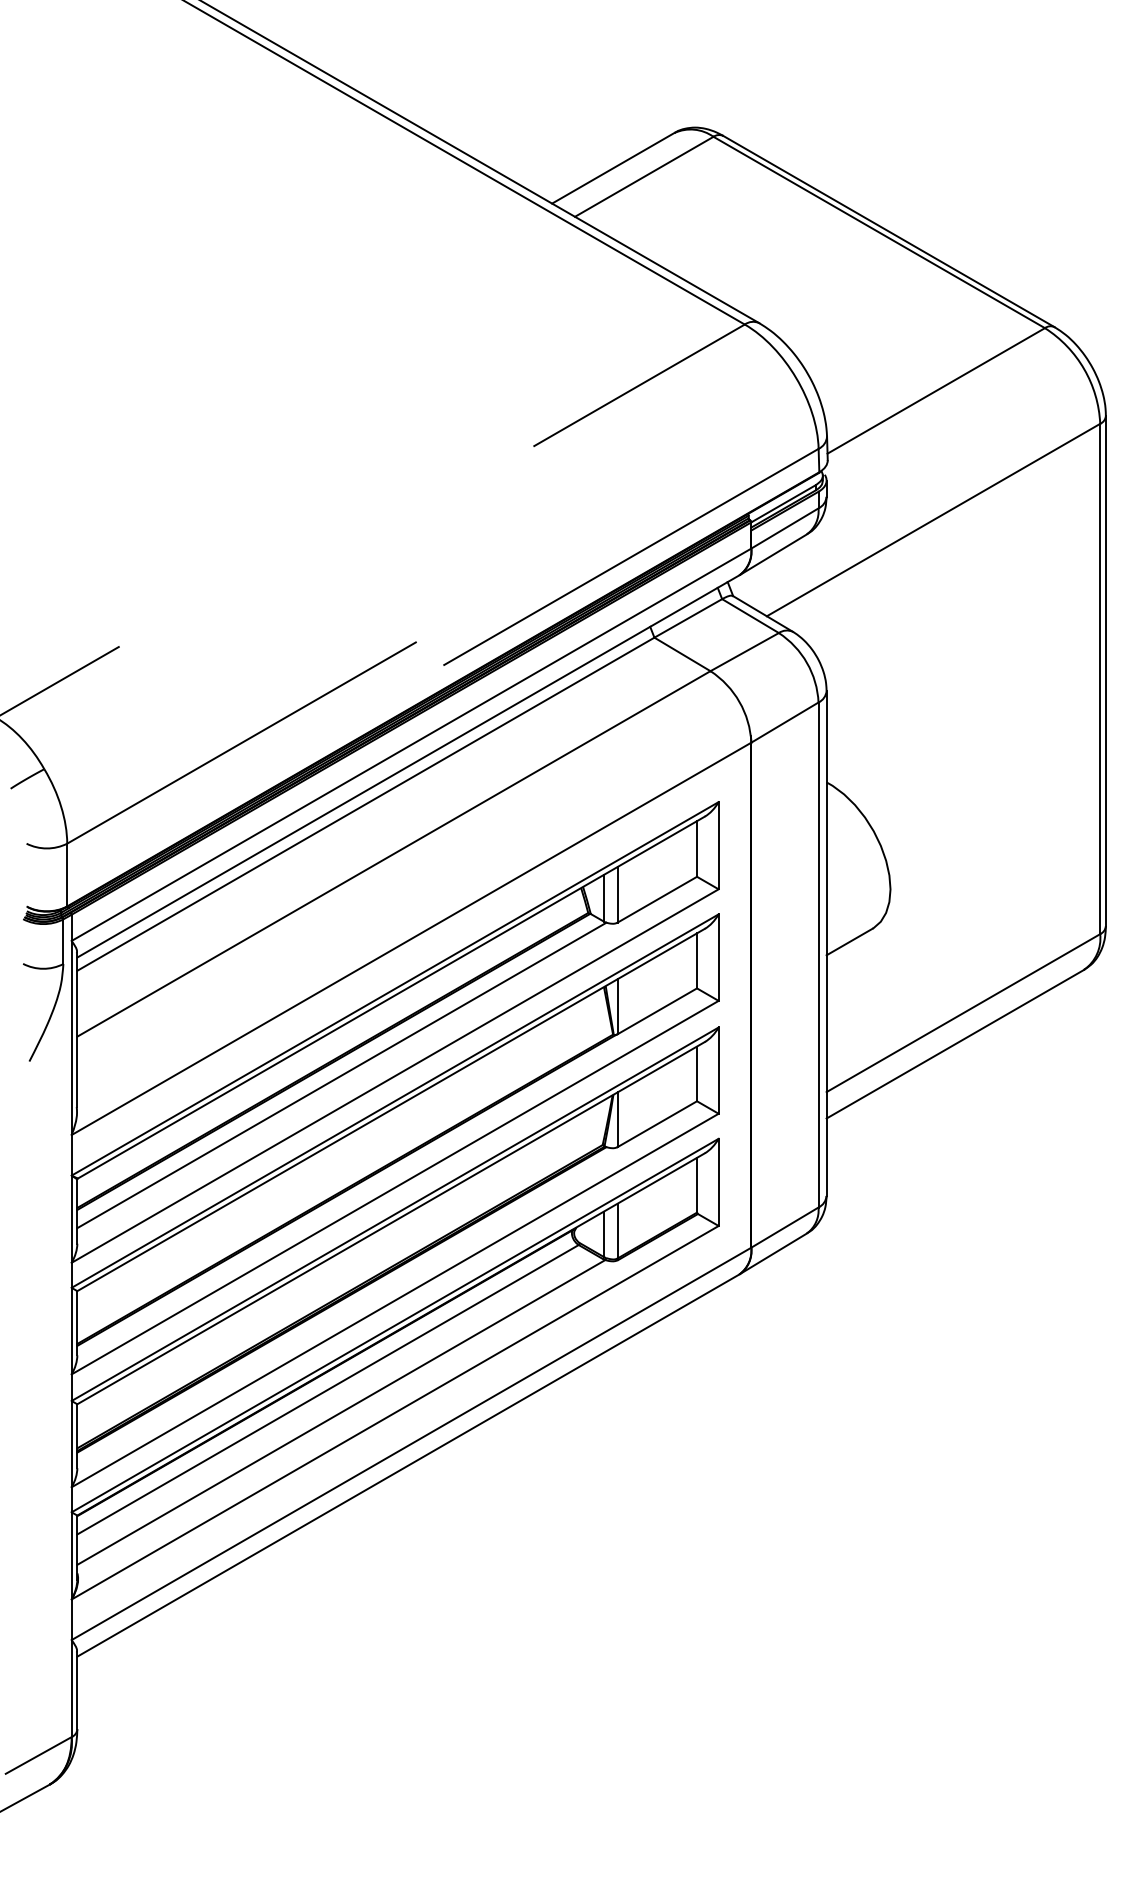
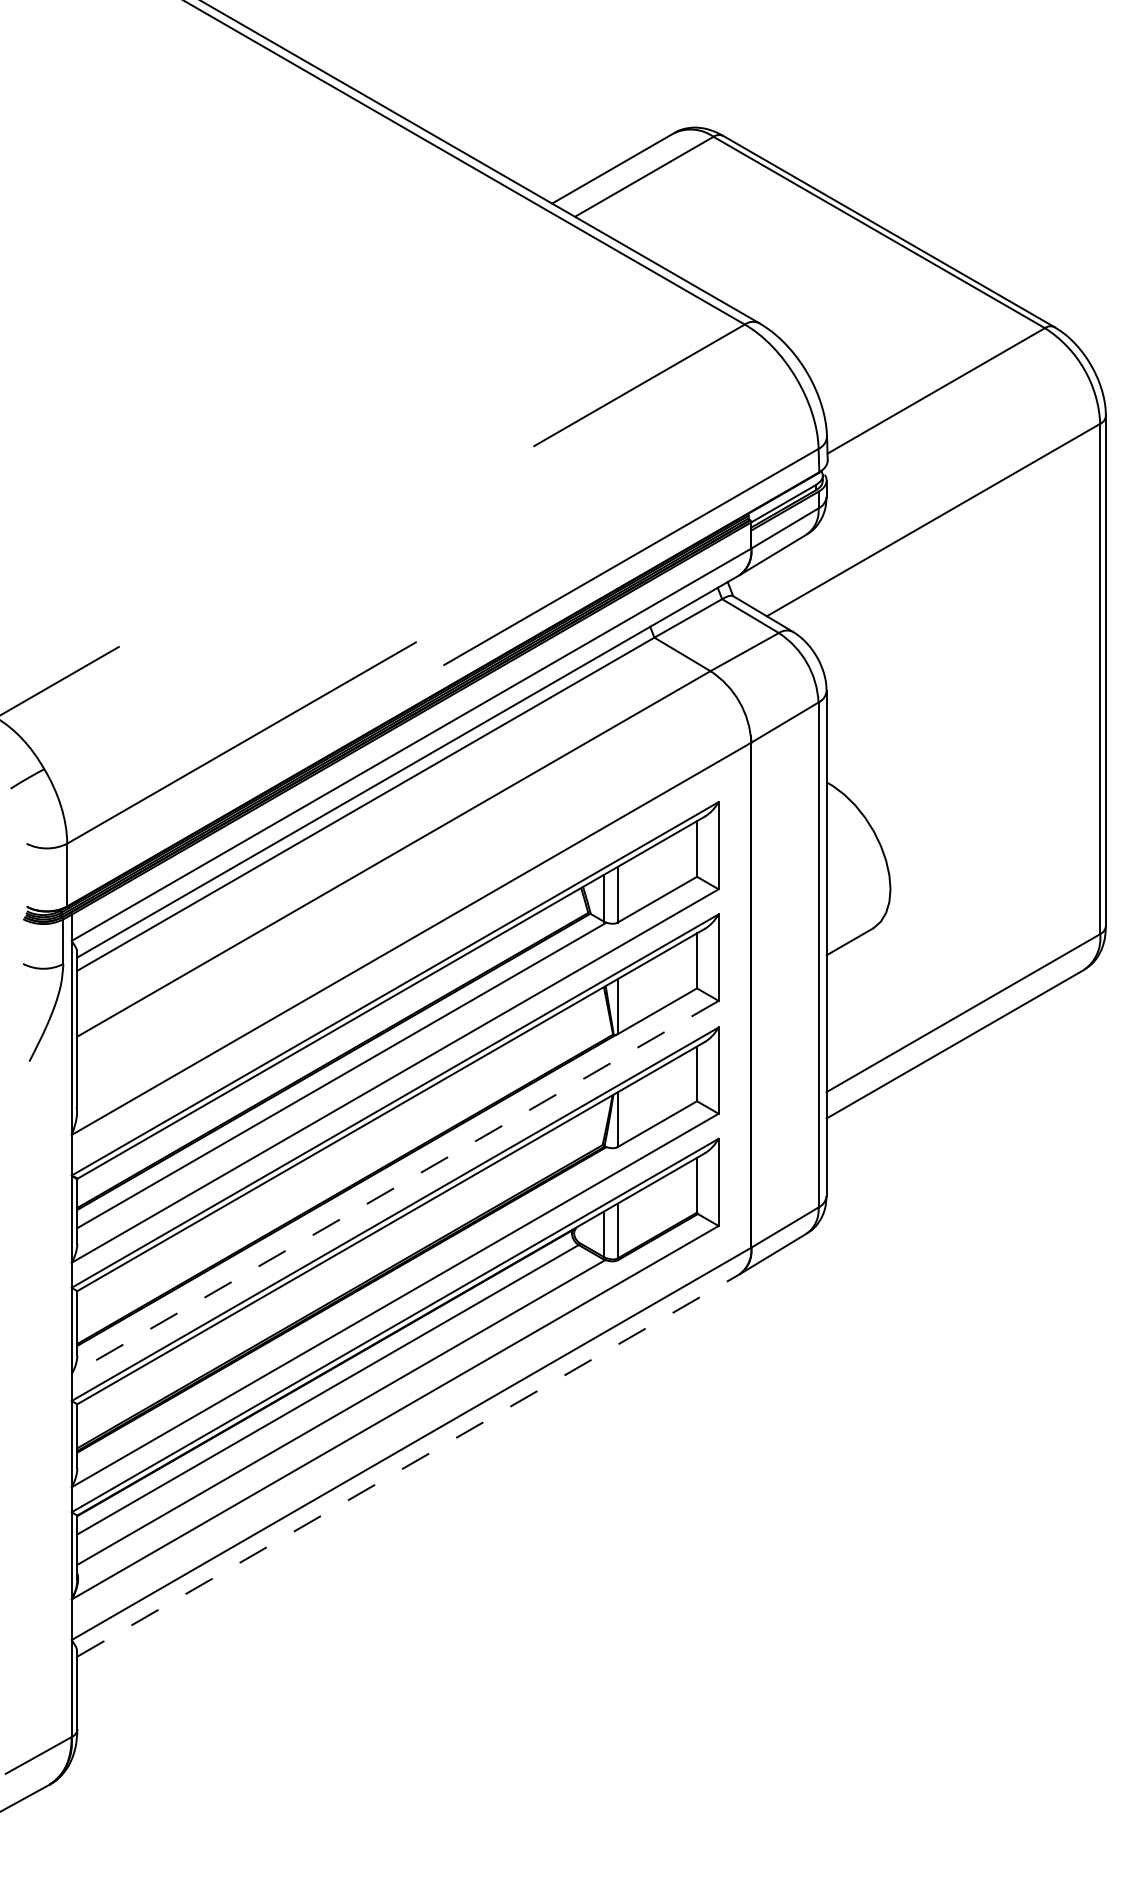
line at (395, 1187): solid -> dashed
line at (408, 1465): solid -> dashed
